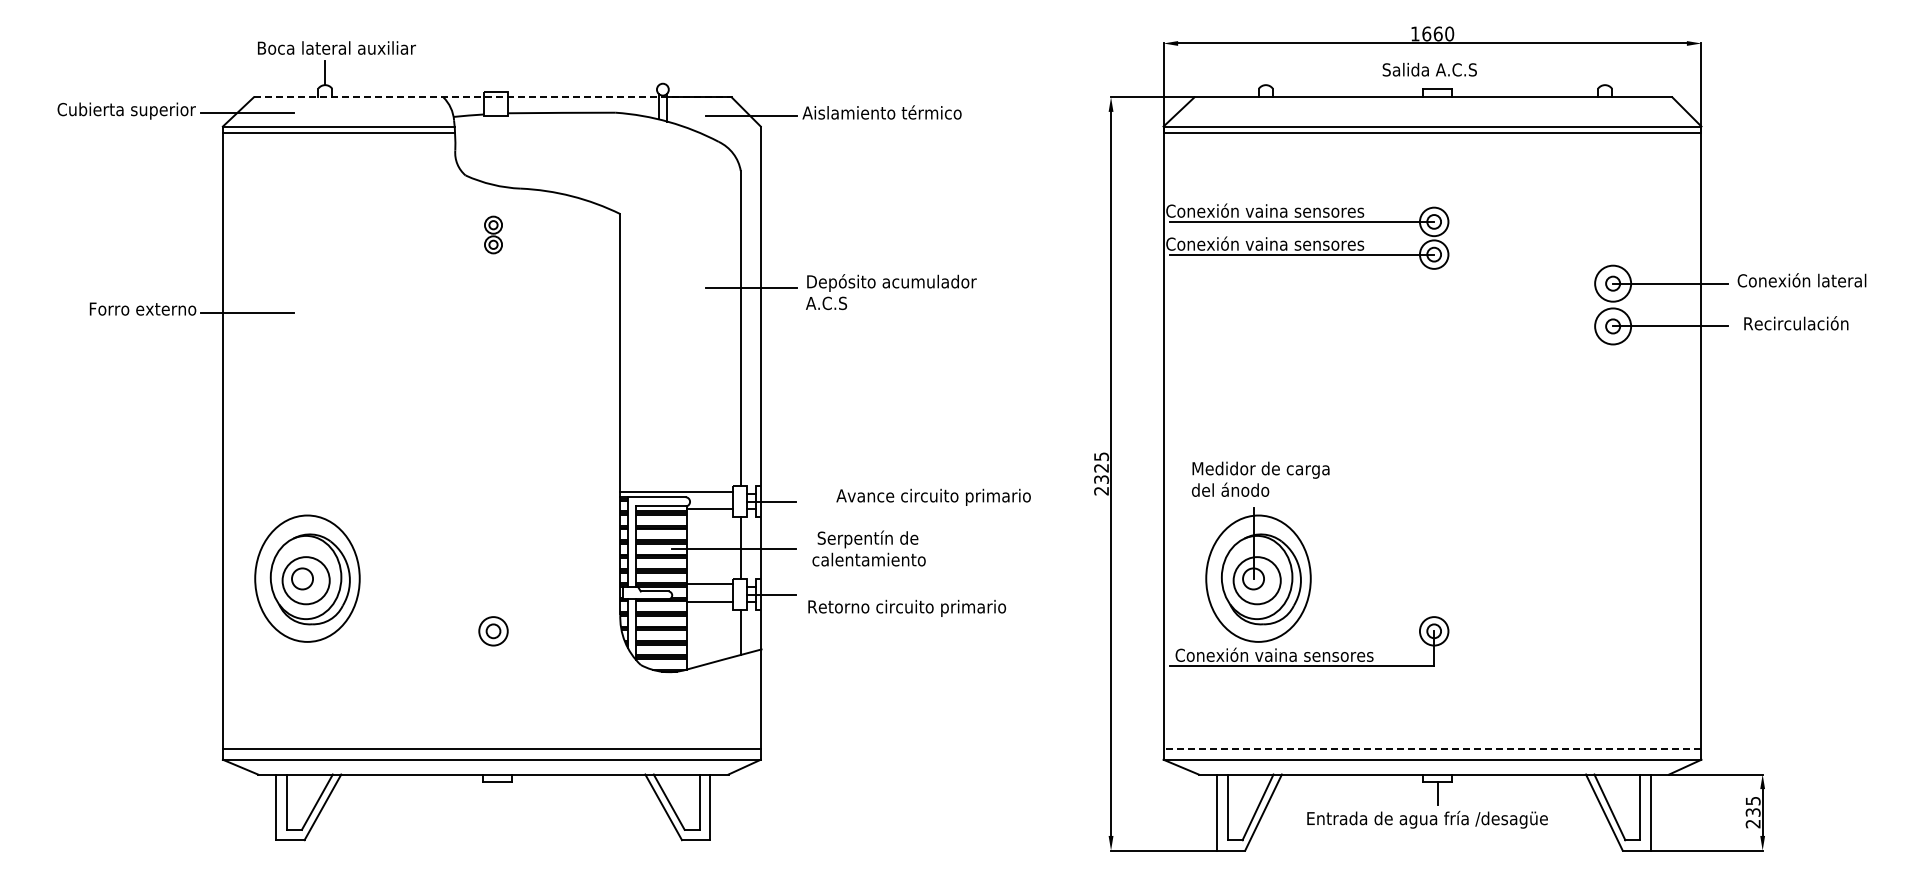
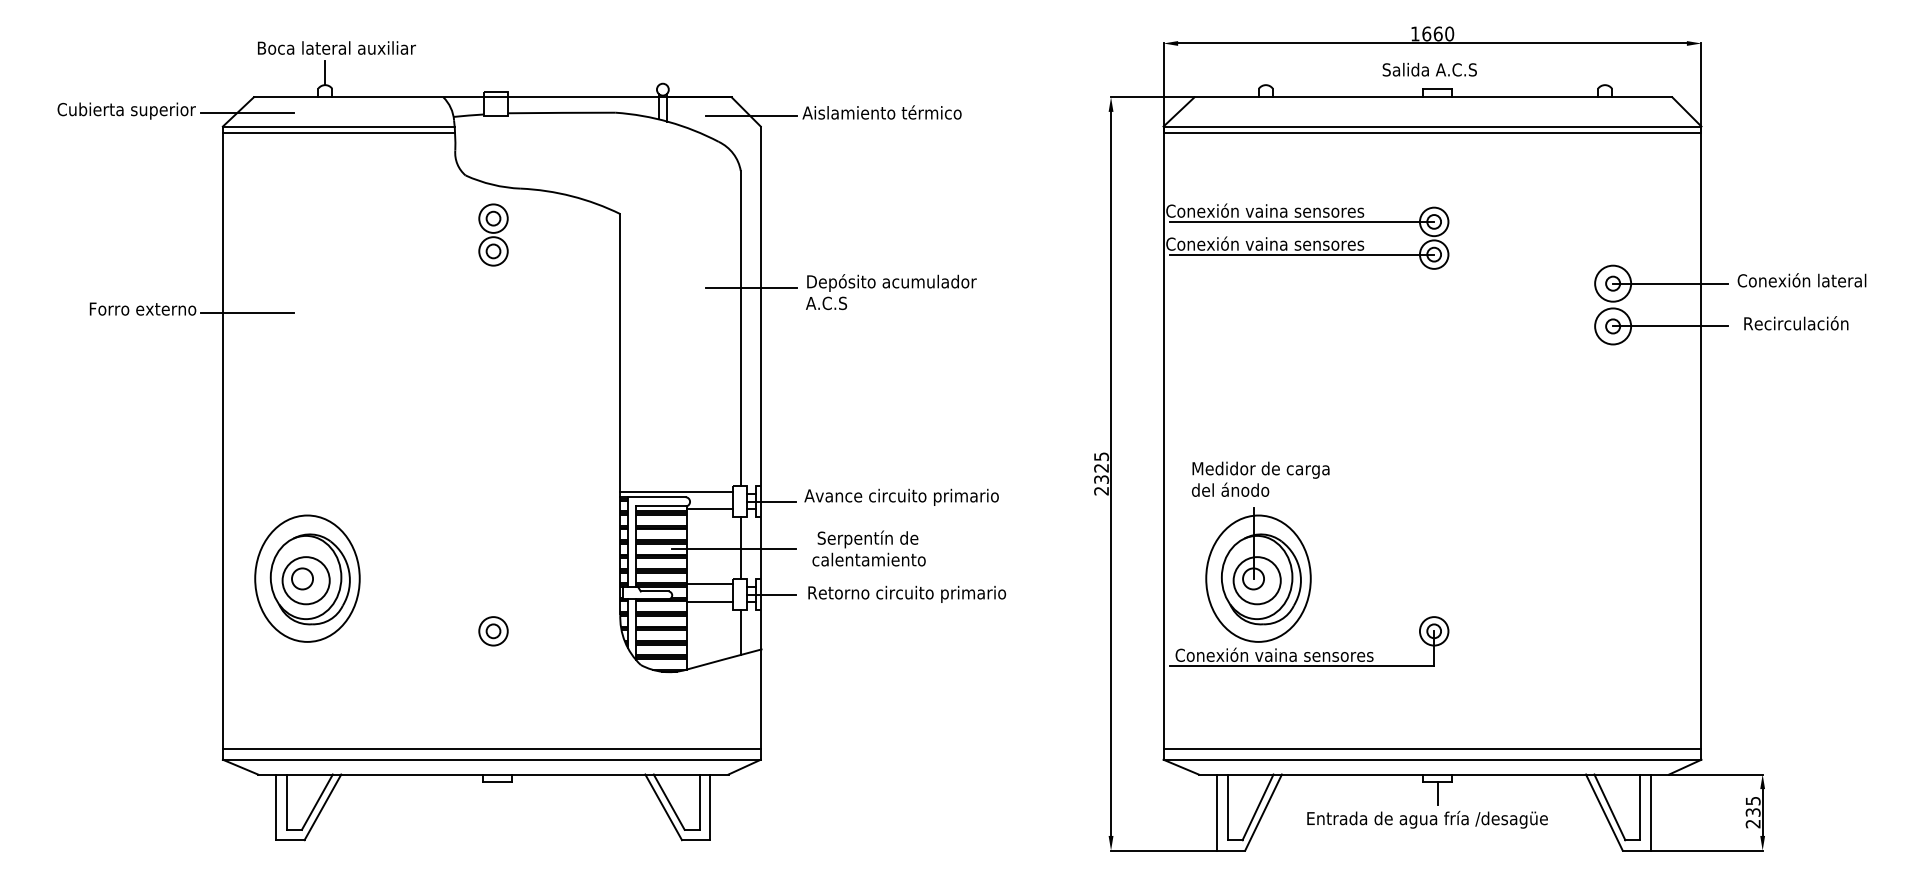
line at (492, 97): dashed -> solid
part at (493, 234) size: 19x40 px -> 31x64 px
text at (933, 496) position: (933, 496) -> (901, 496)
text at (907, 607) position: (907, 607) -> (907, 593)
line at (1432, 749): dashed -> solid
